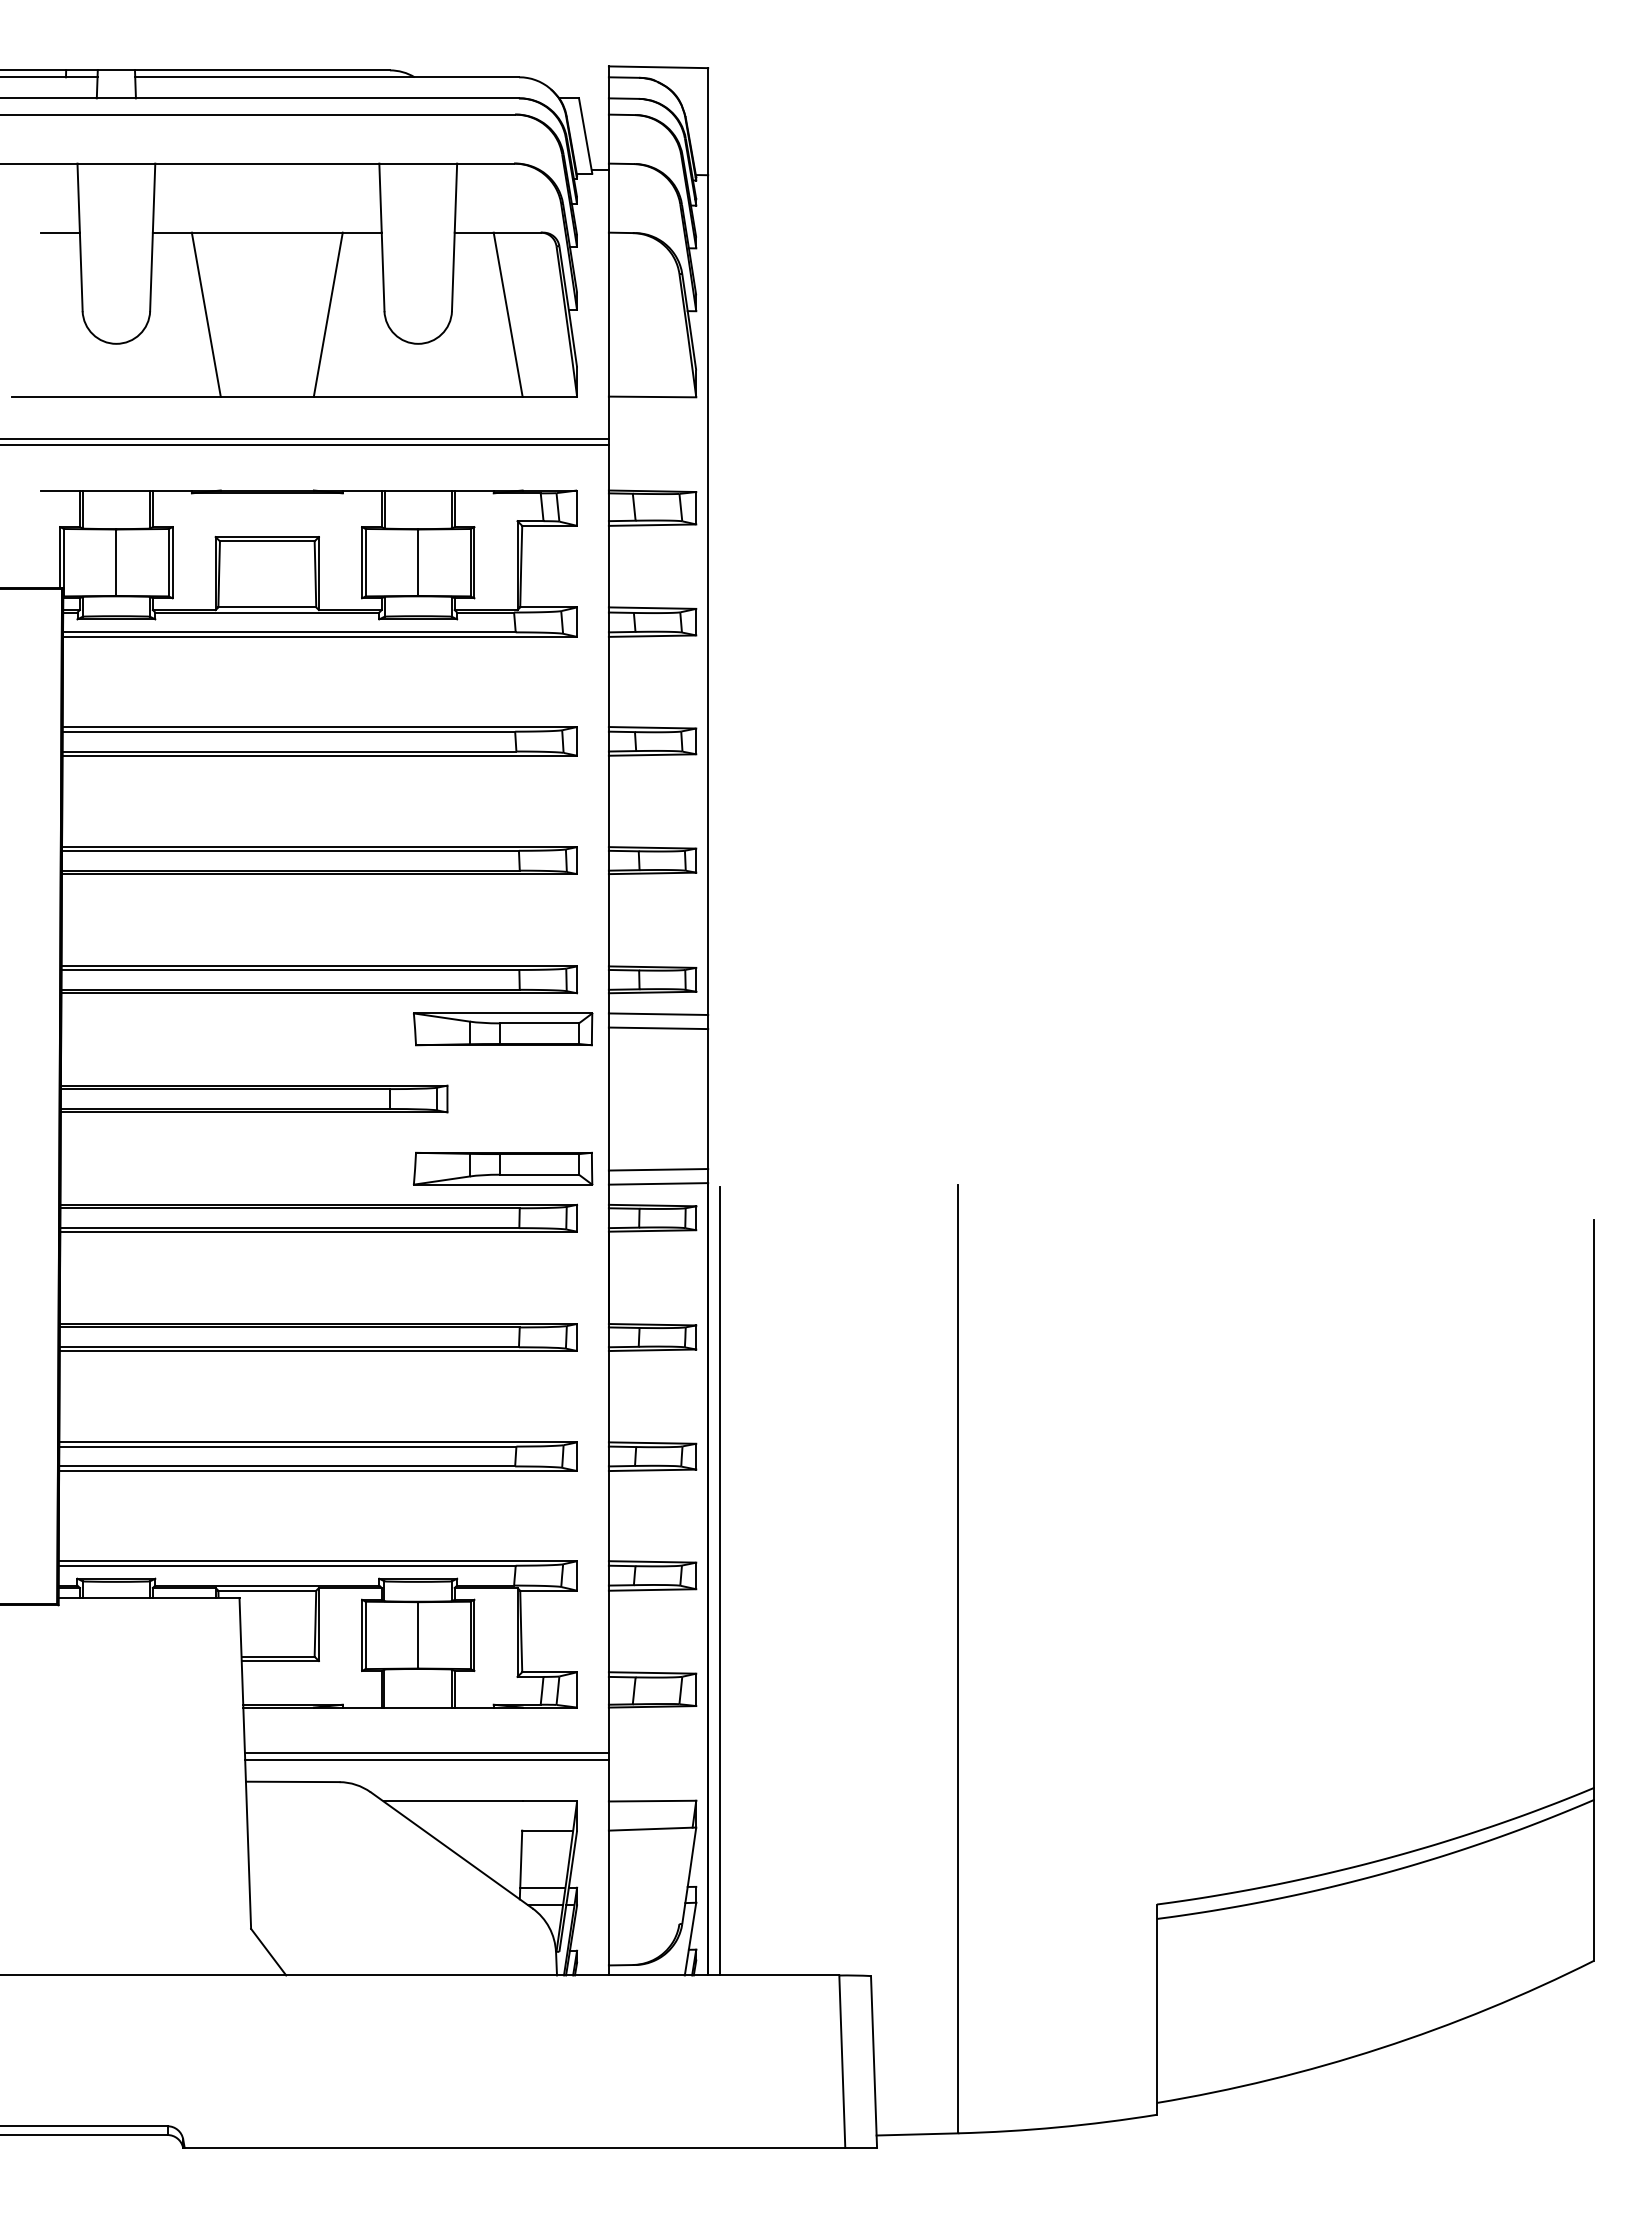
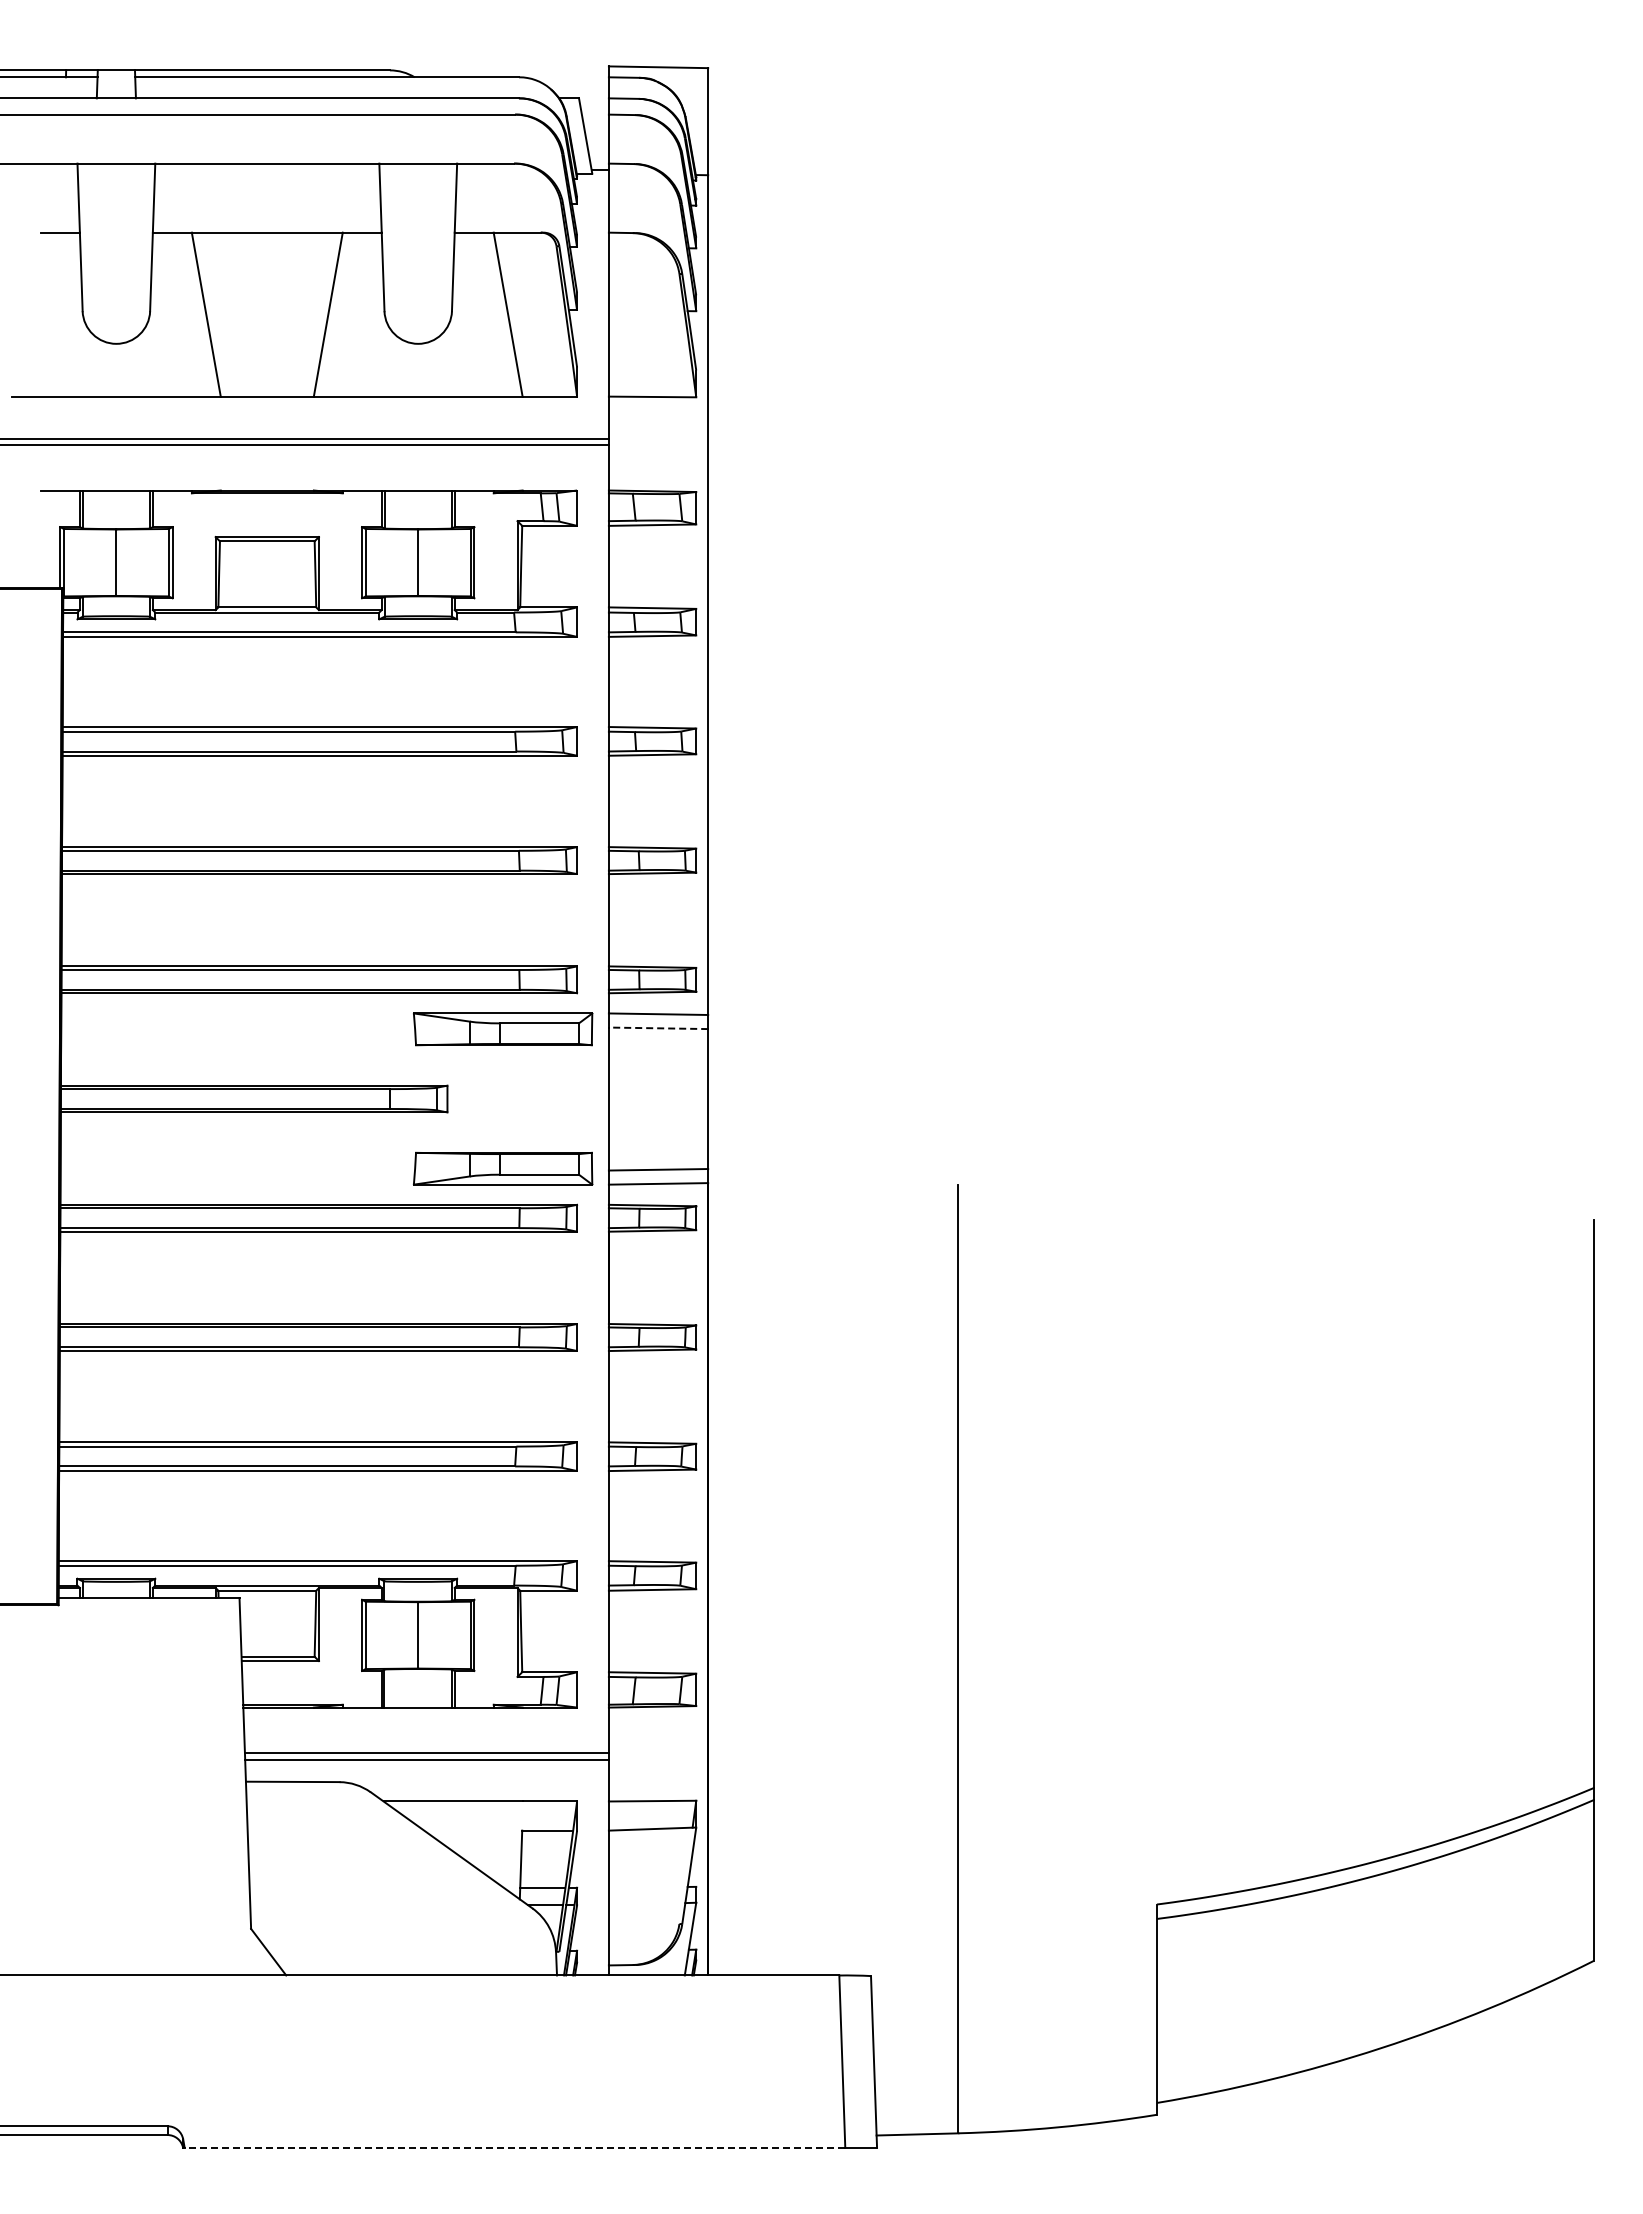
line at (658, 1028): solid -> dashed
line at (720, 1581): present -> none
line at (514, 2147): solid -> dashed
